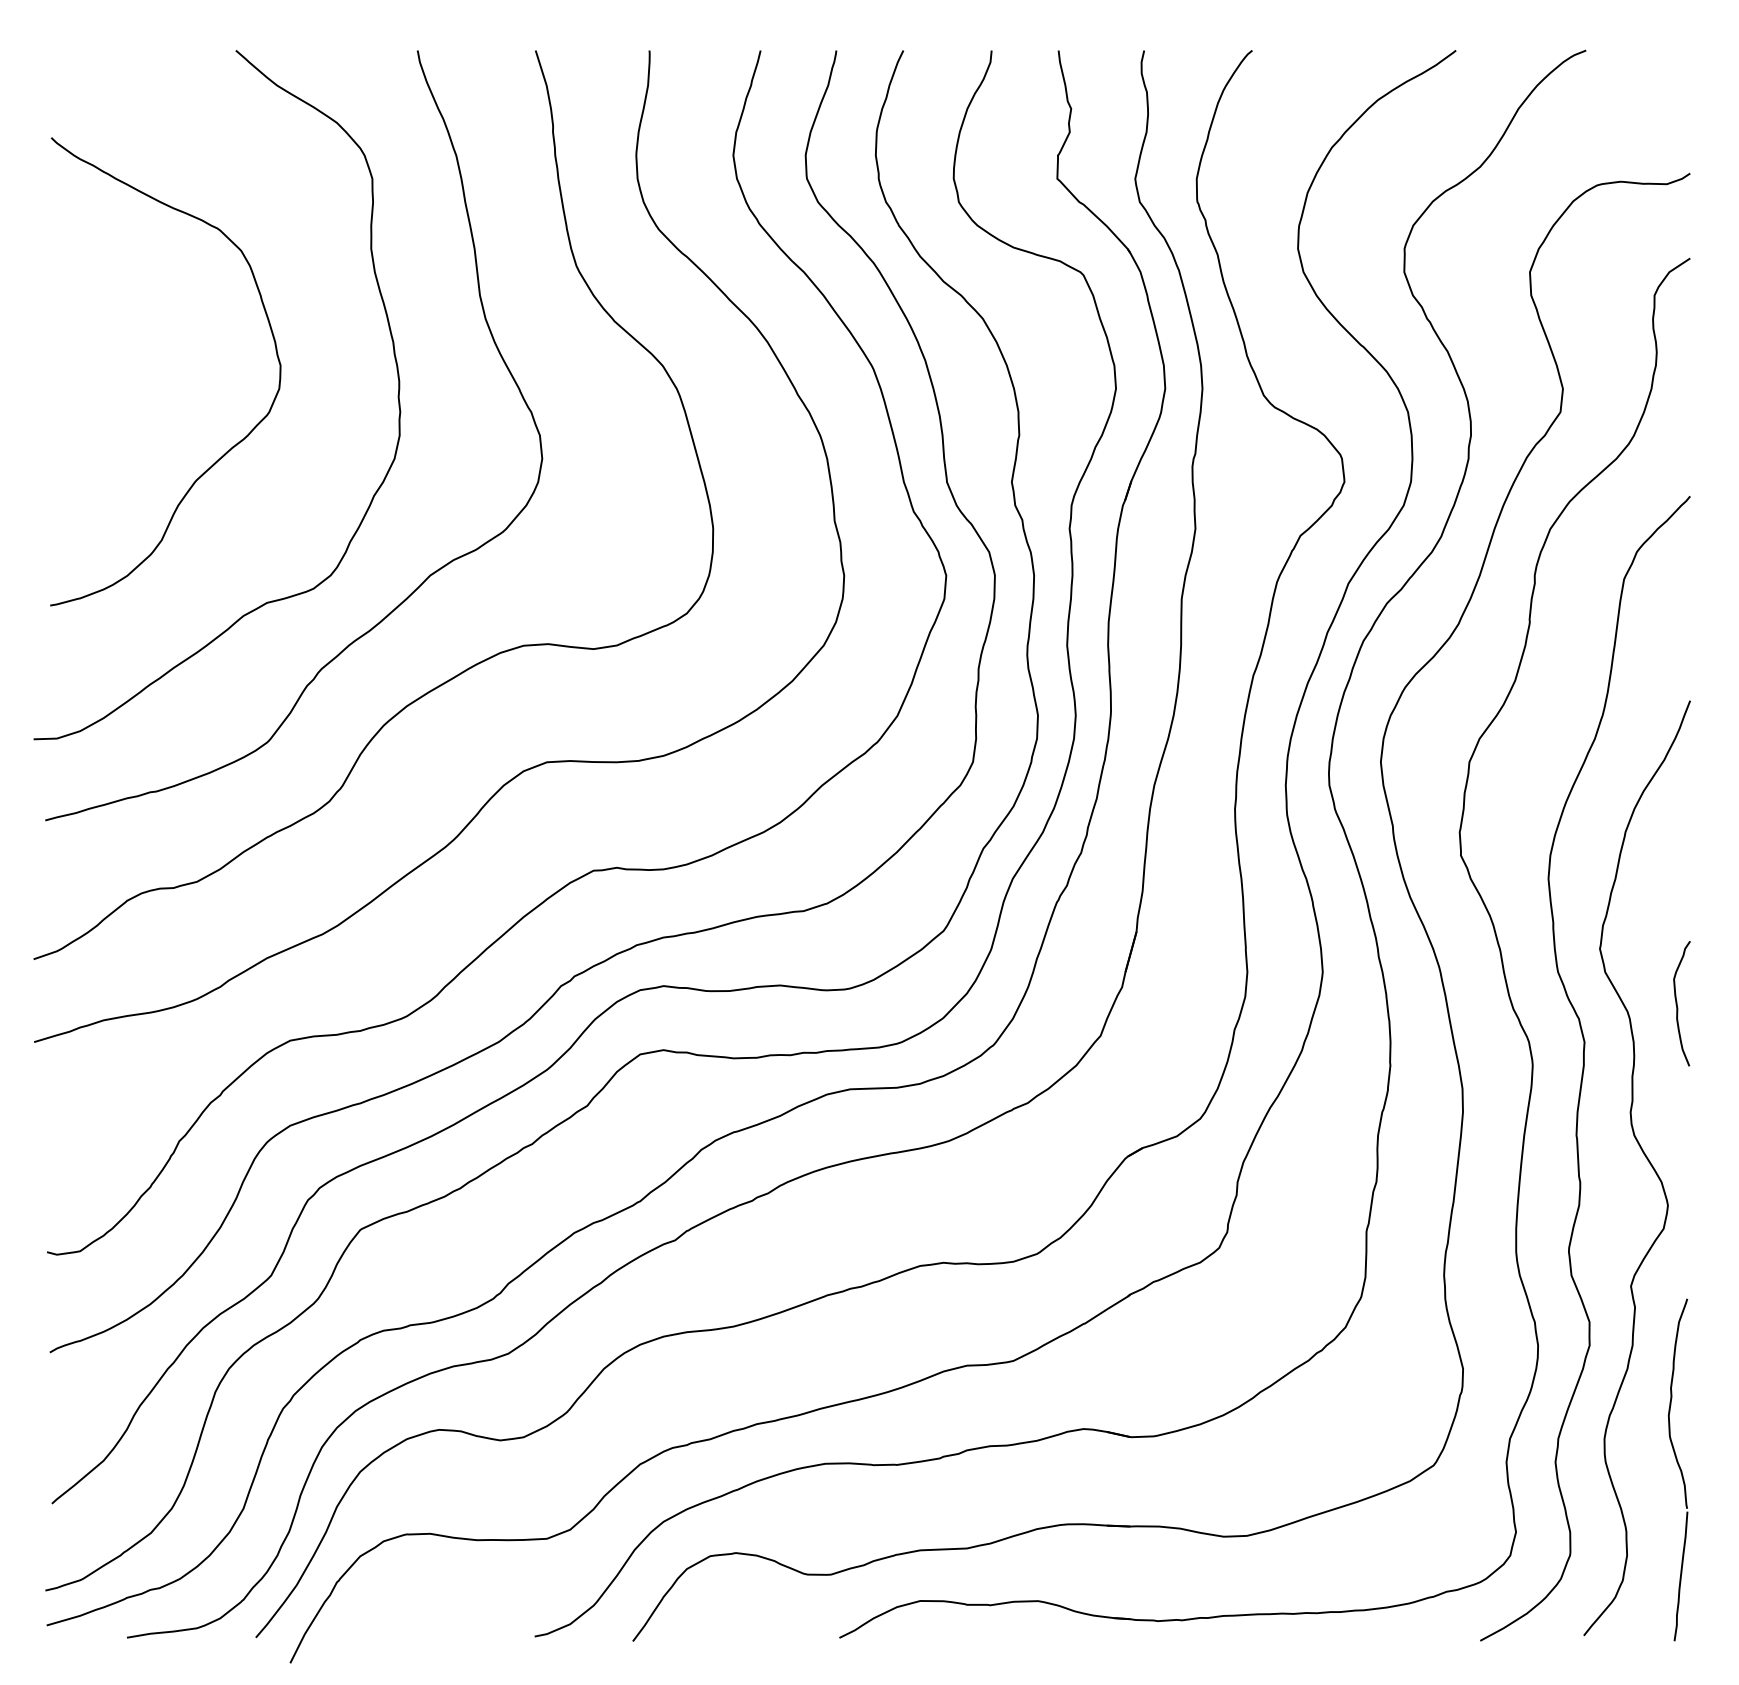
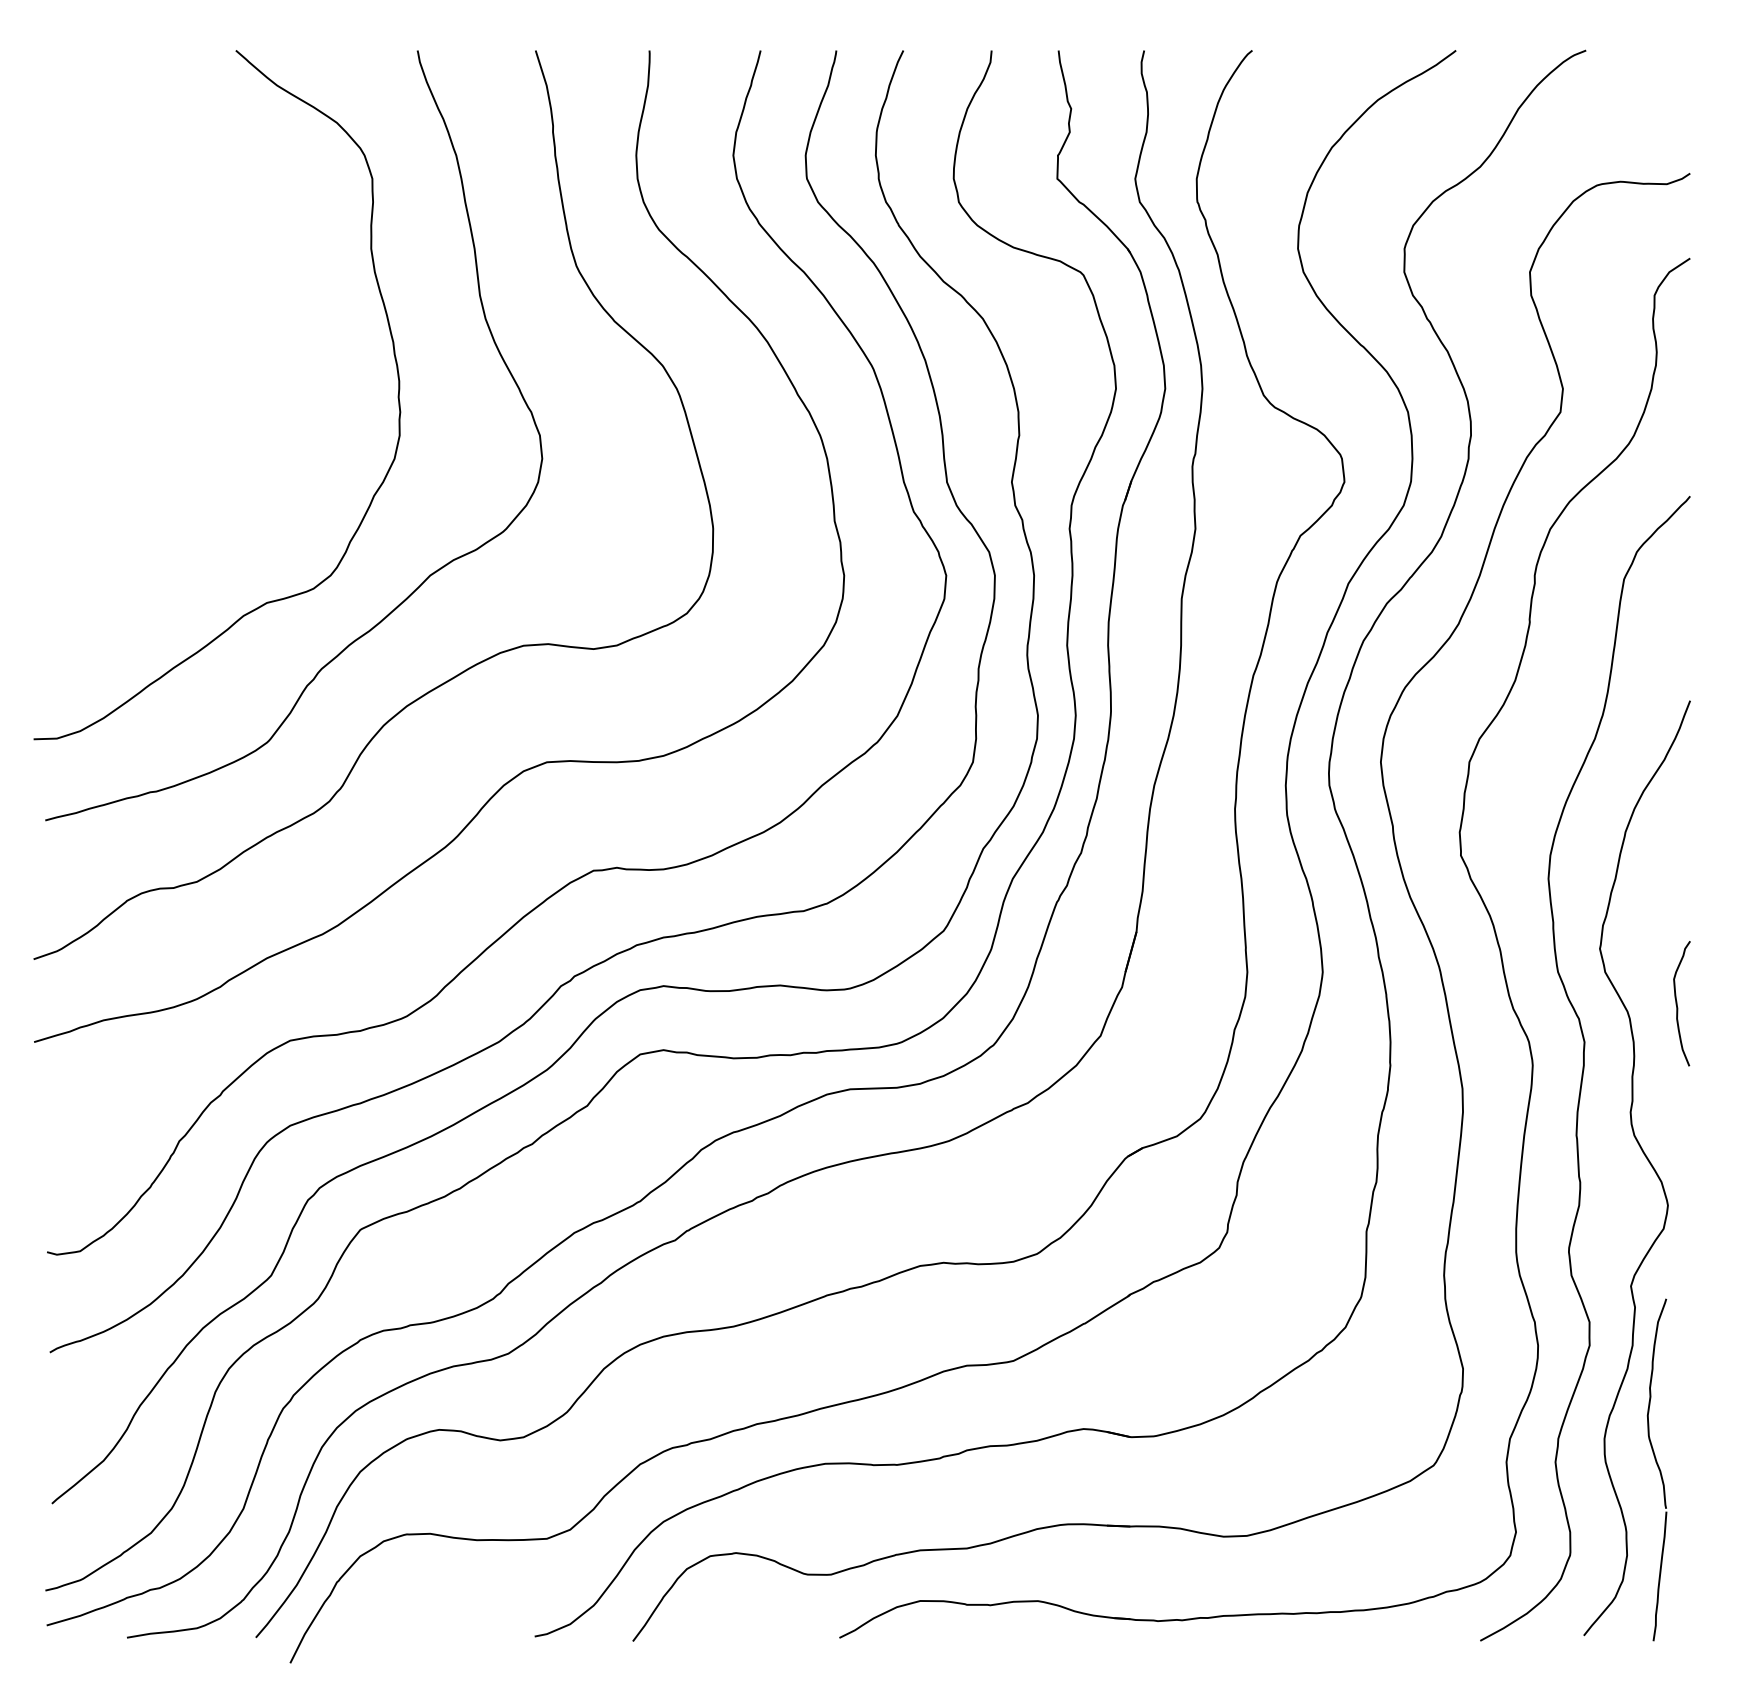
curve at (227, 450): present -> none
part at (1677, 1469) position: (1677, 1469) -> (1656, 1469)
